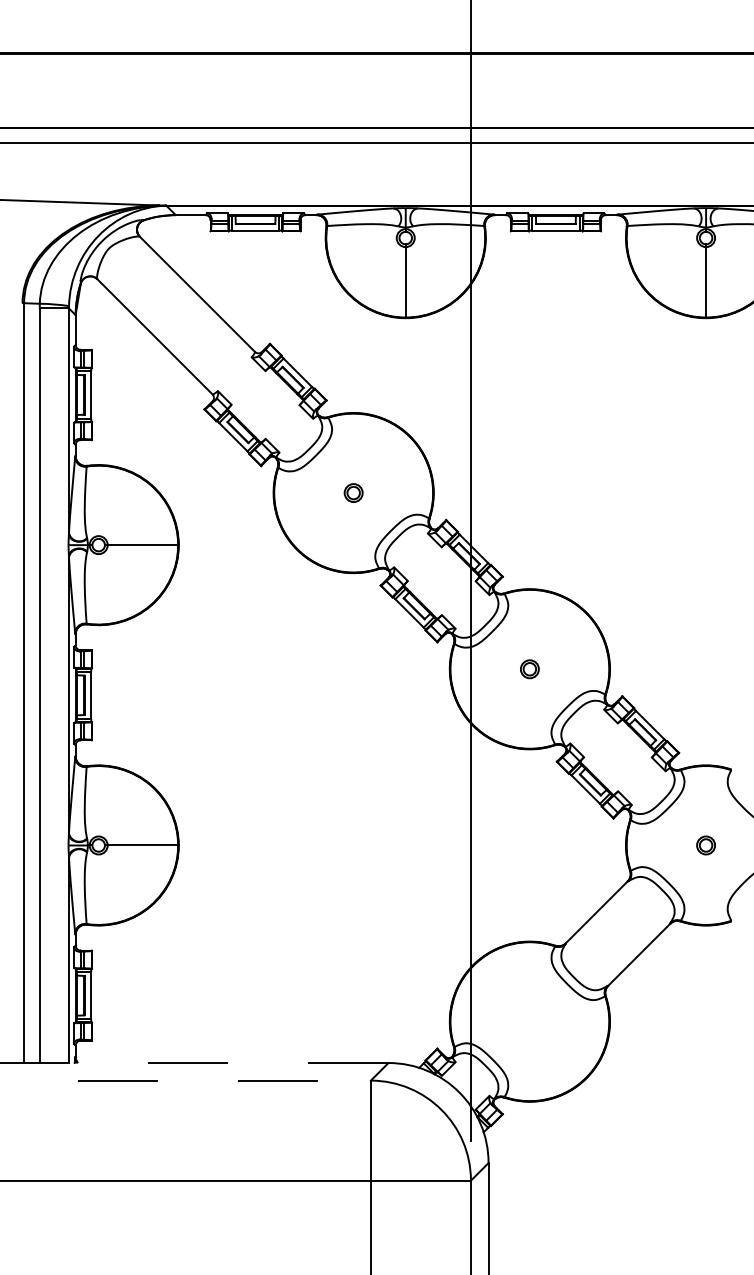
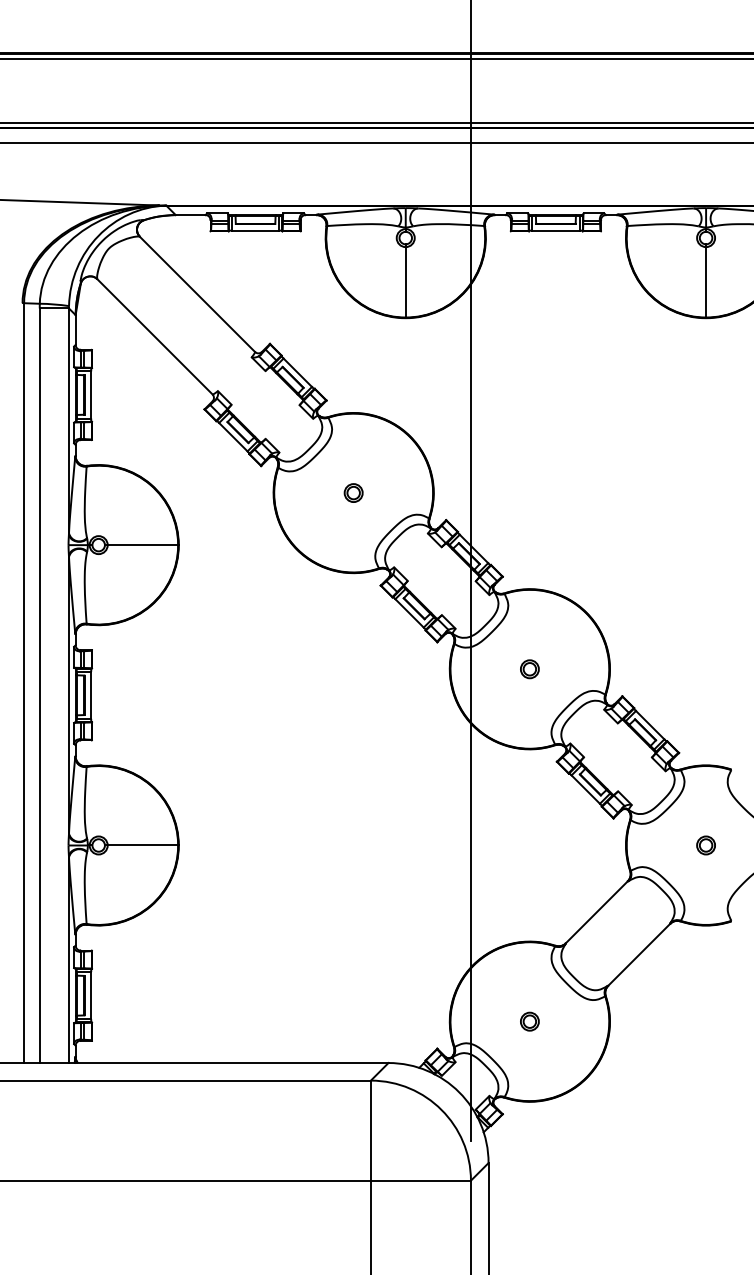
line at (376, 58): none -> present
line at (376, 122): none -> present
part at (529, 1021): none -> present
line at (194, 1063): dashed -> solid
line at (185, 1080): dashed -> solid
